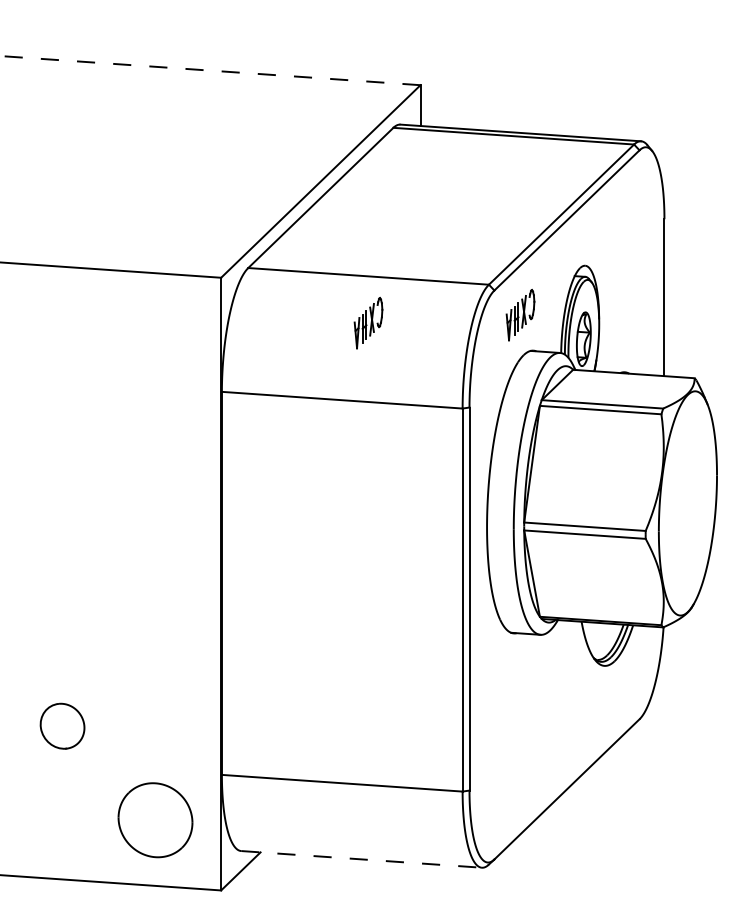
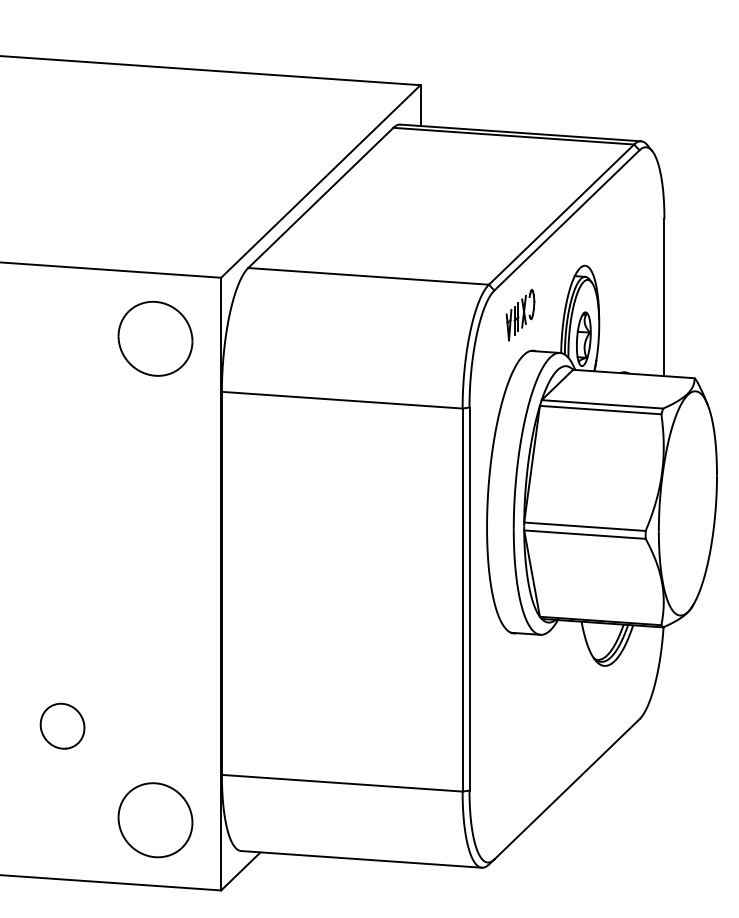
line at (210, 70): dashed -> solid
part at (368, 322): present -> none
part at (155, 338): none -> present
line at (361, 859): dashed -> solid
